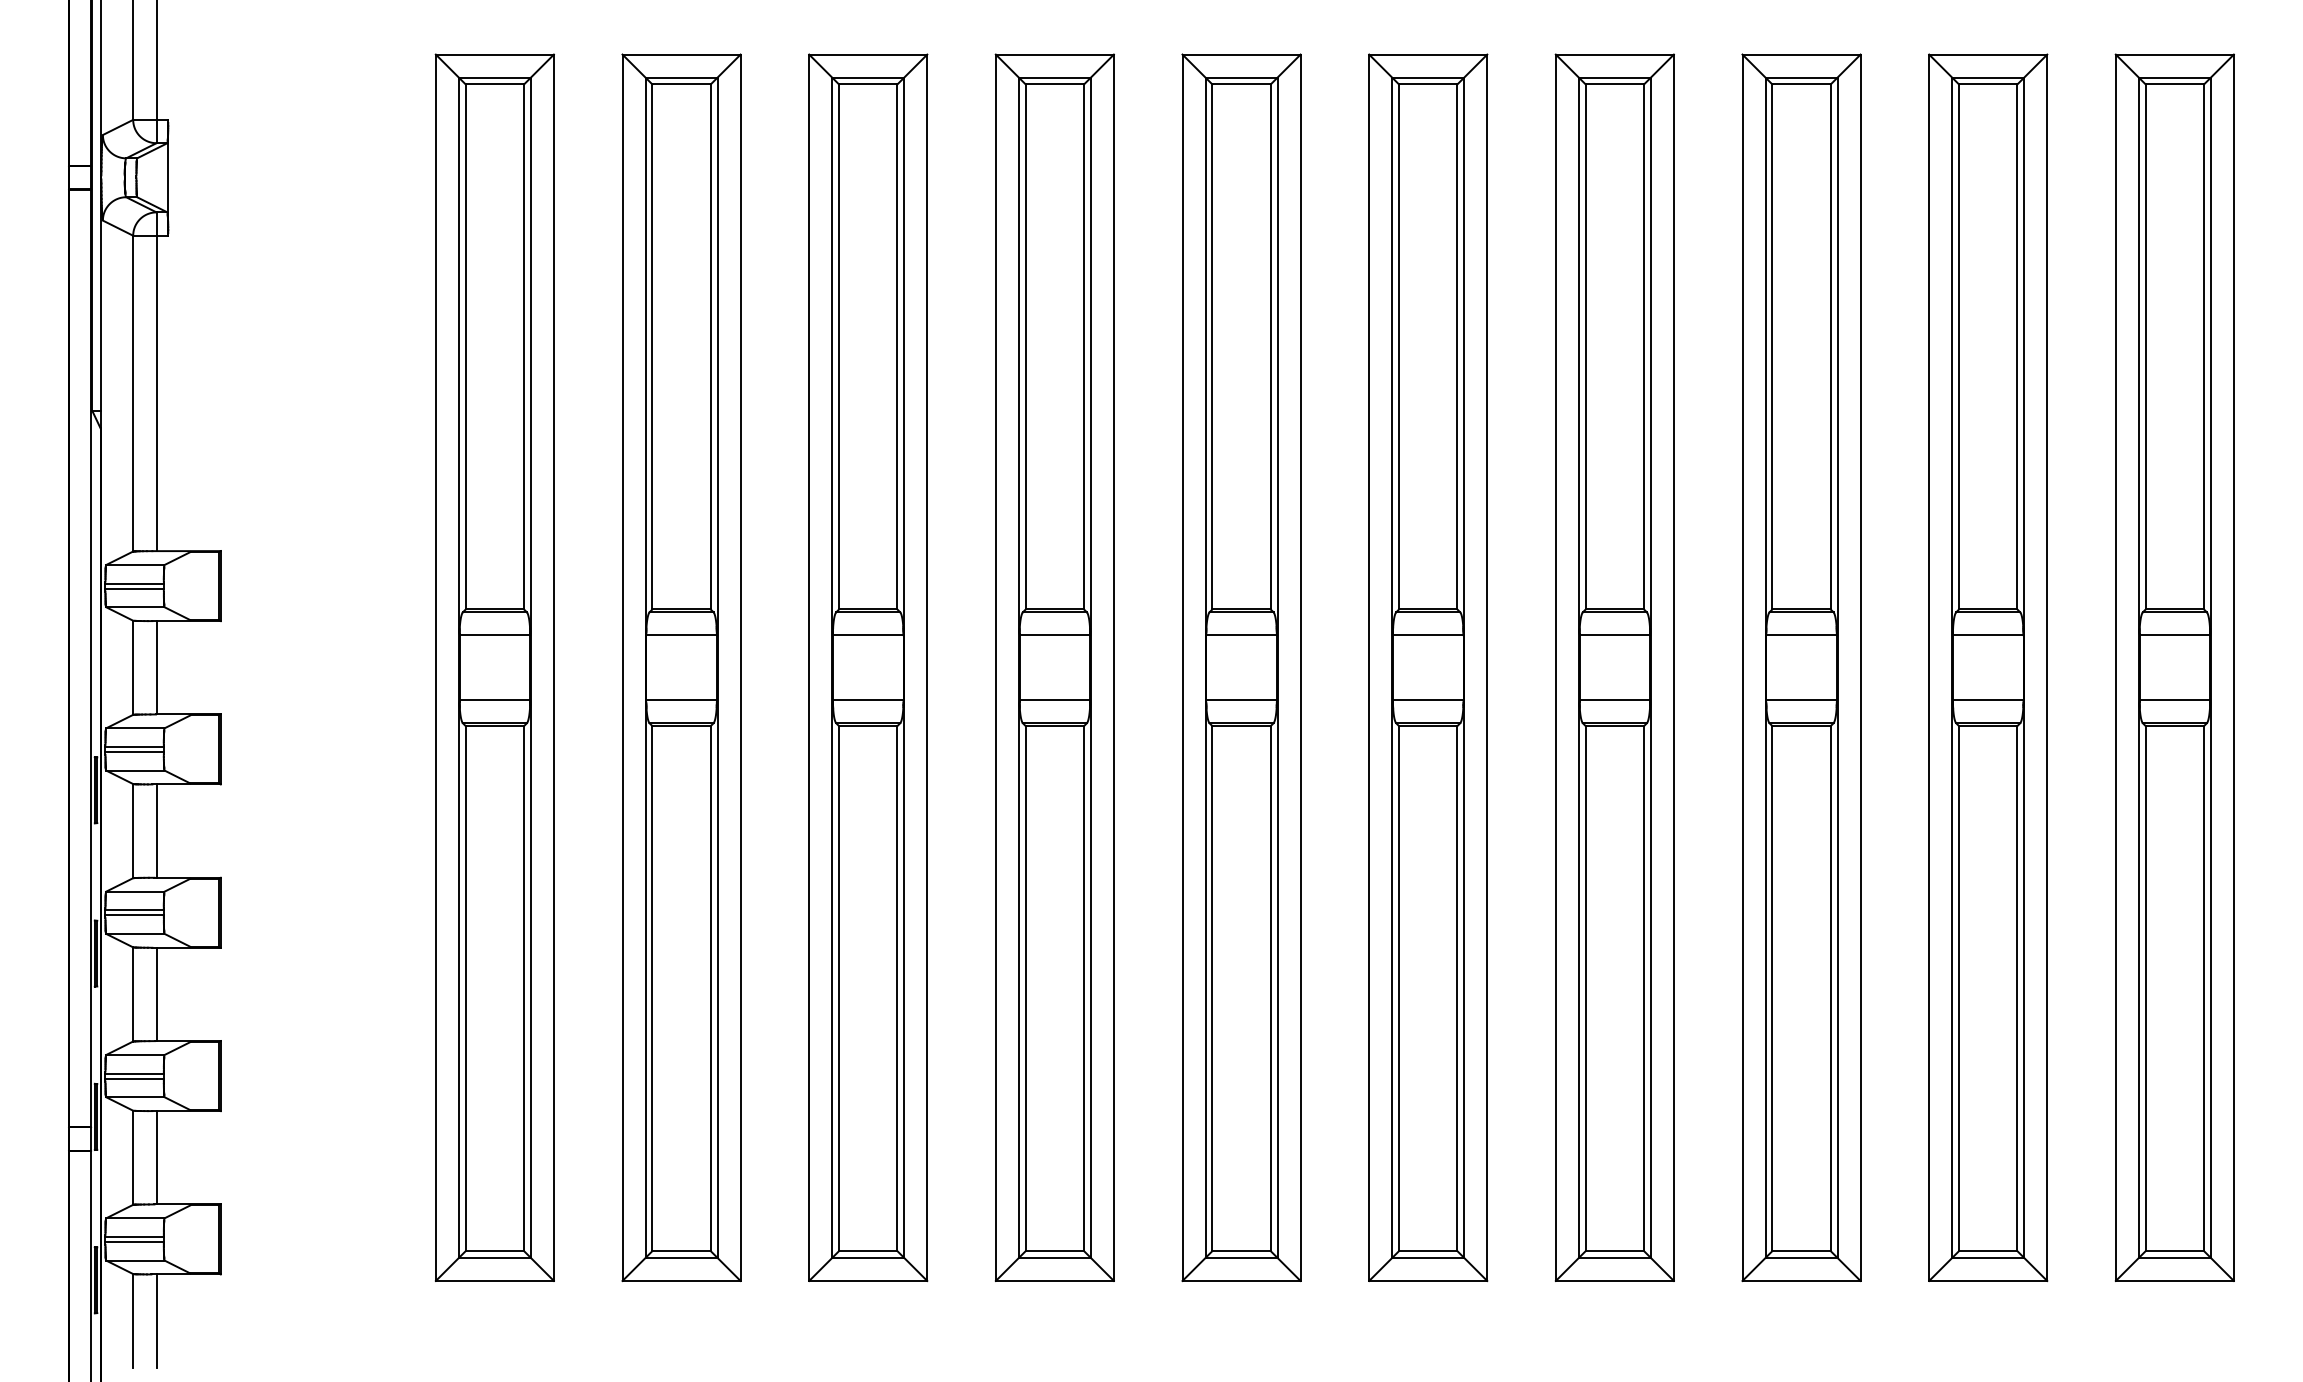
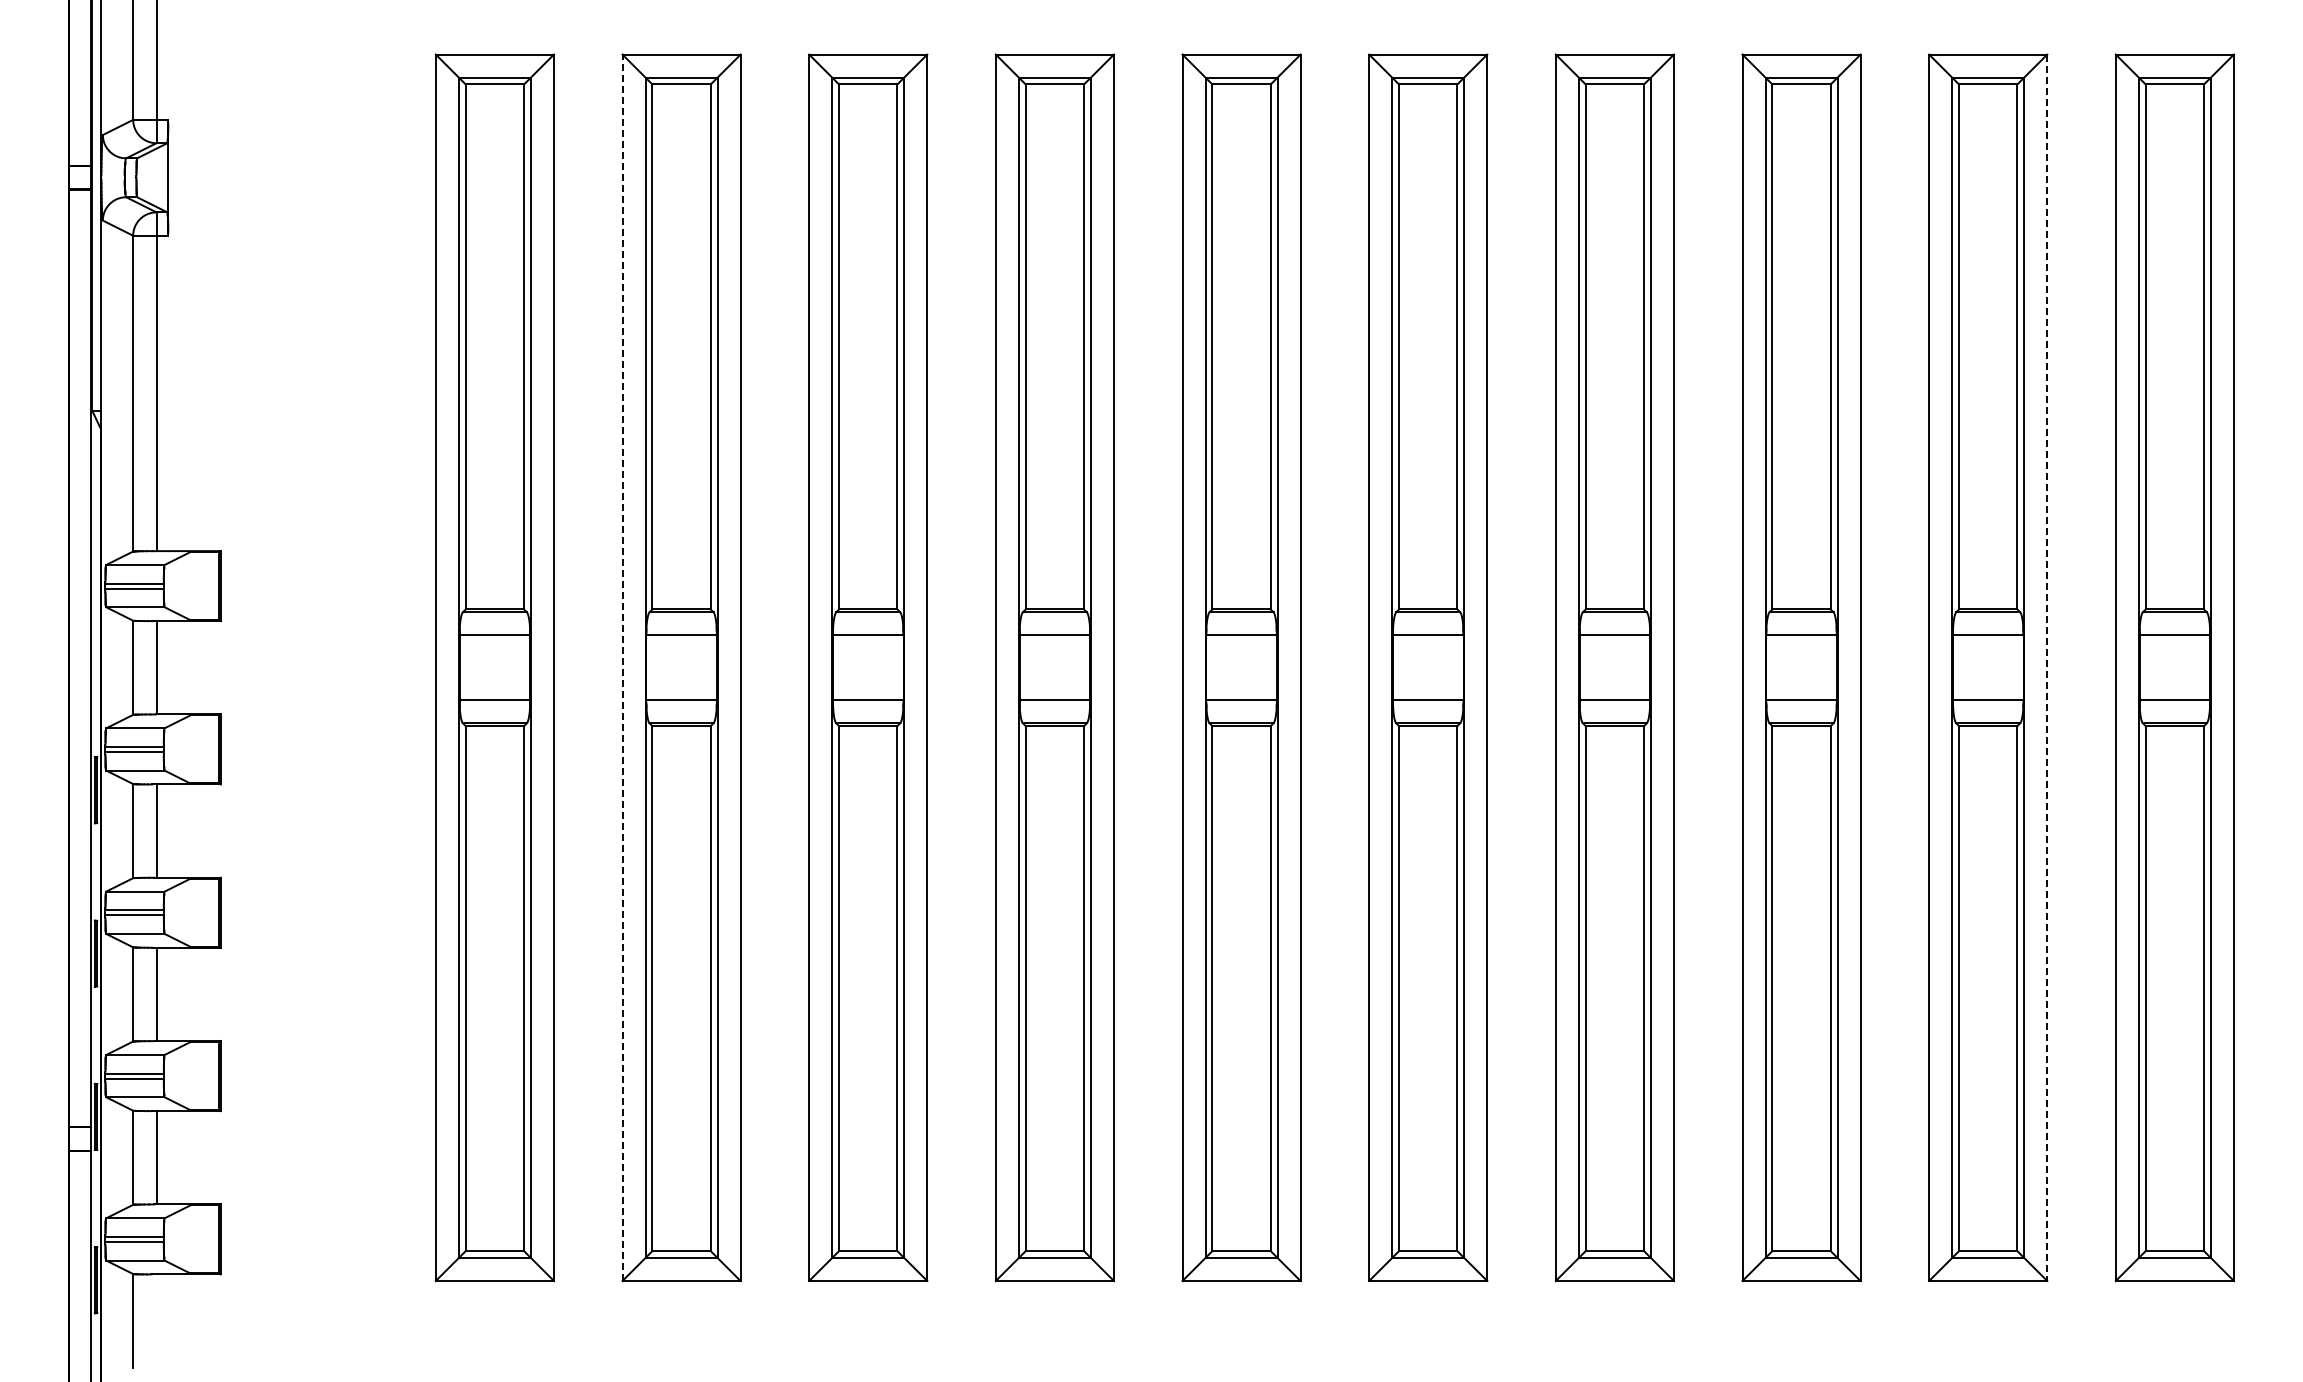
line at (622, 667): solid -> dashed
line at (2047, 668): solid -> dashed
line at (156, 1320): present -> none
